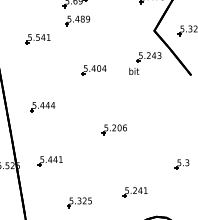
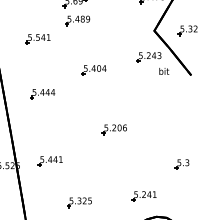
text at (134, 71) position: (134, 71) -> (164, 71)
part at (42, 107) position: (42, 107) -> (42, 94)
part at (134, 192) position: (134, 192) -> (143, 196)
